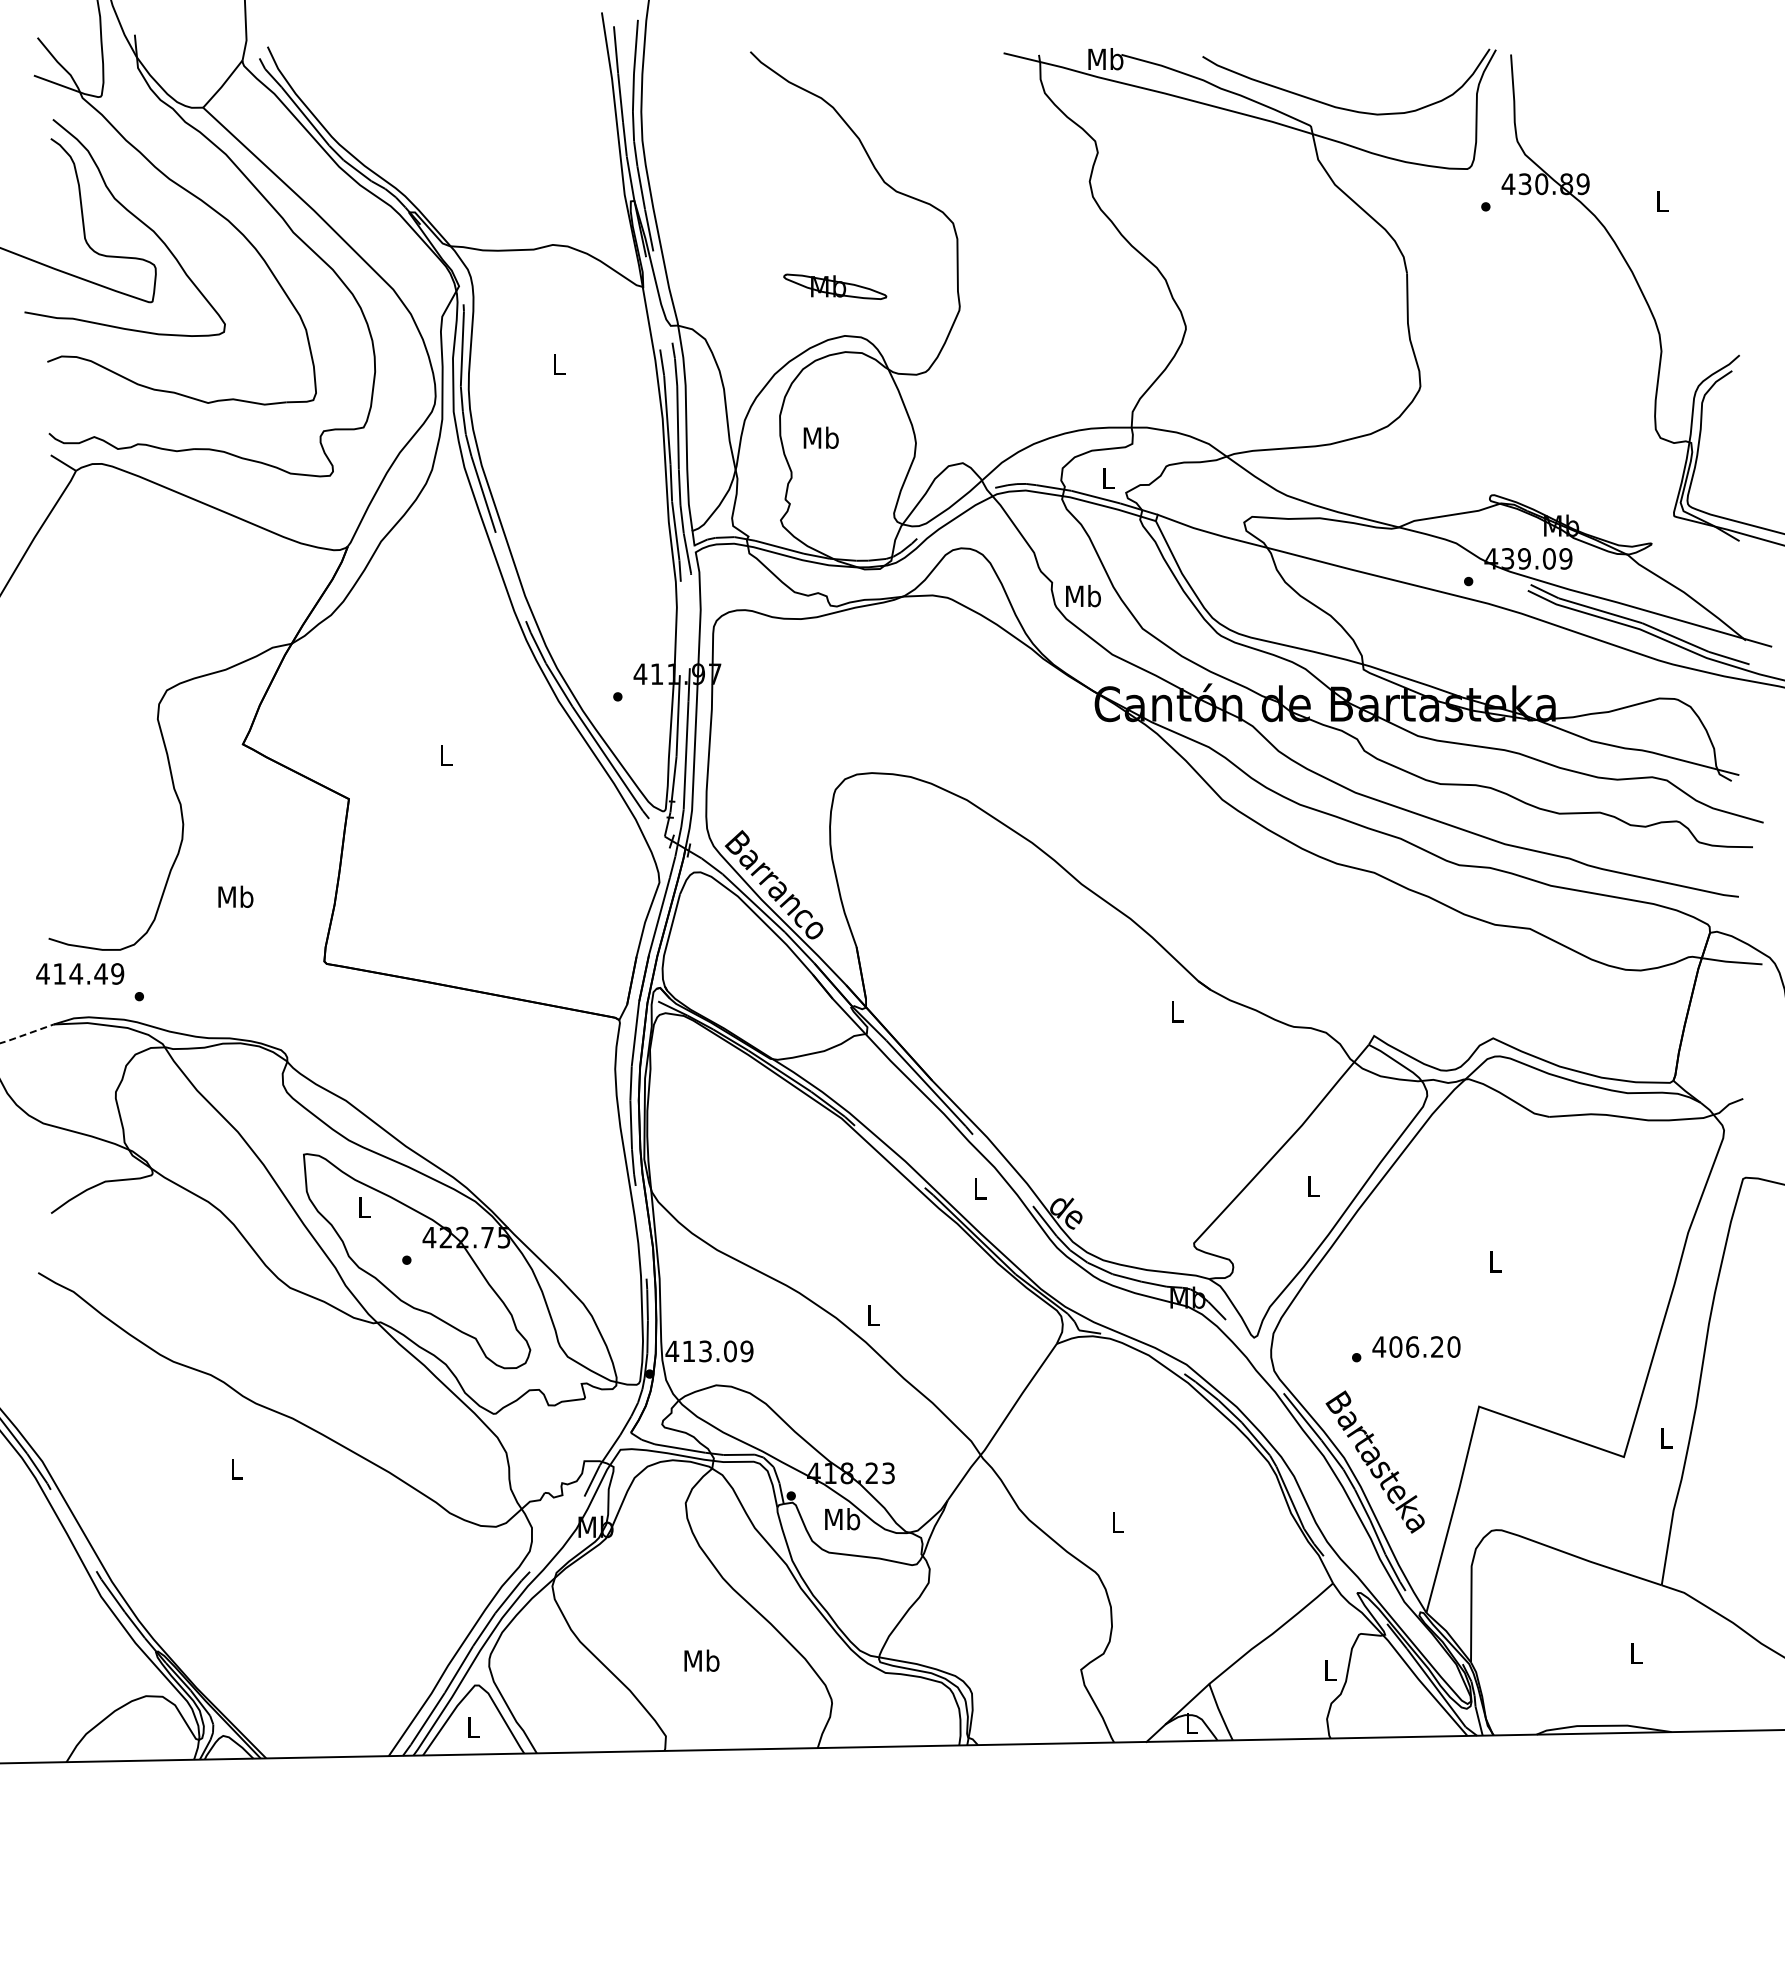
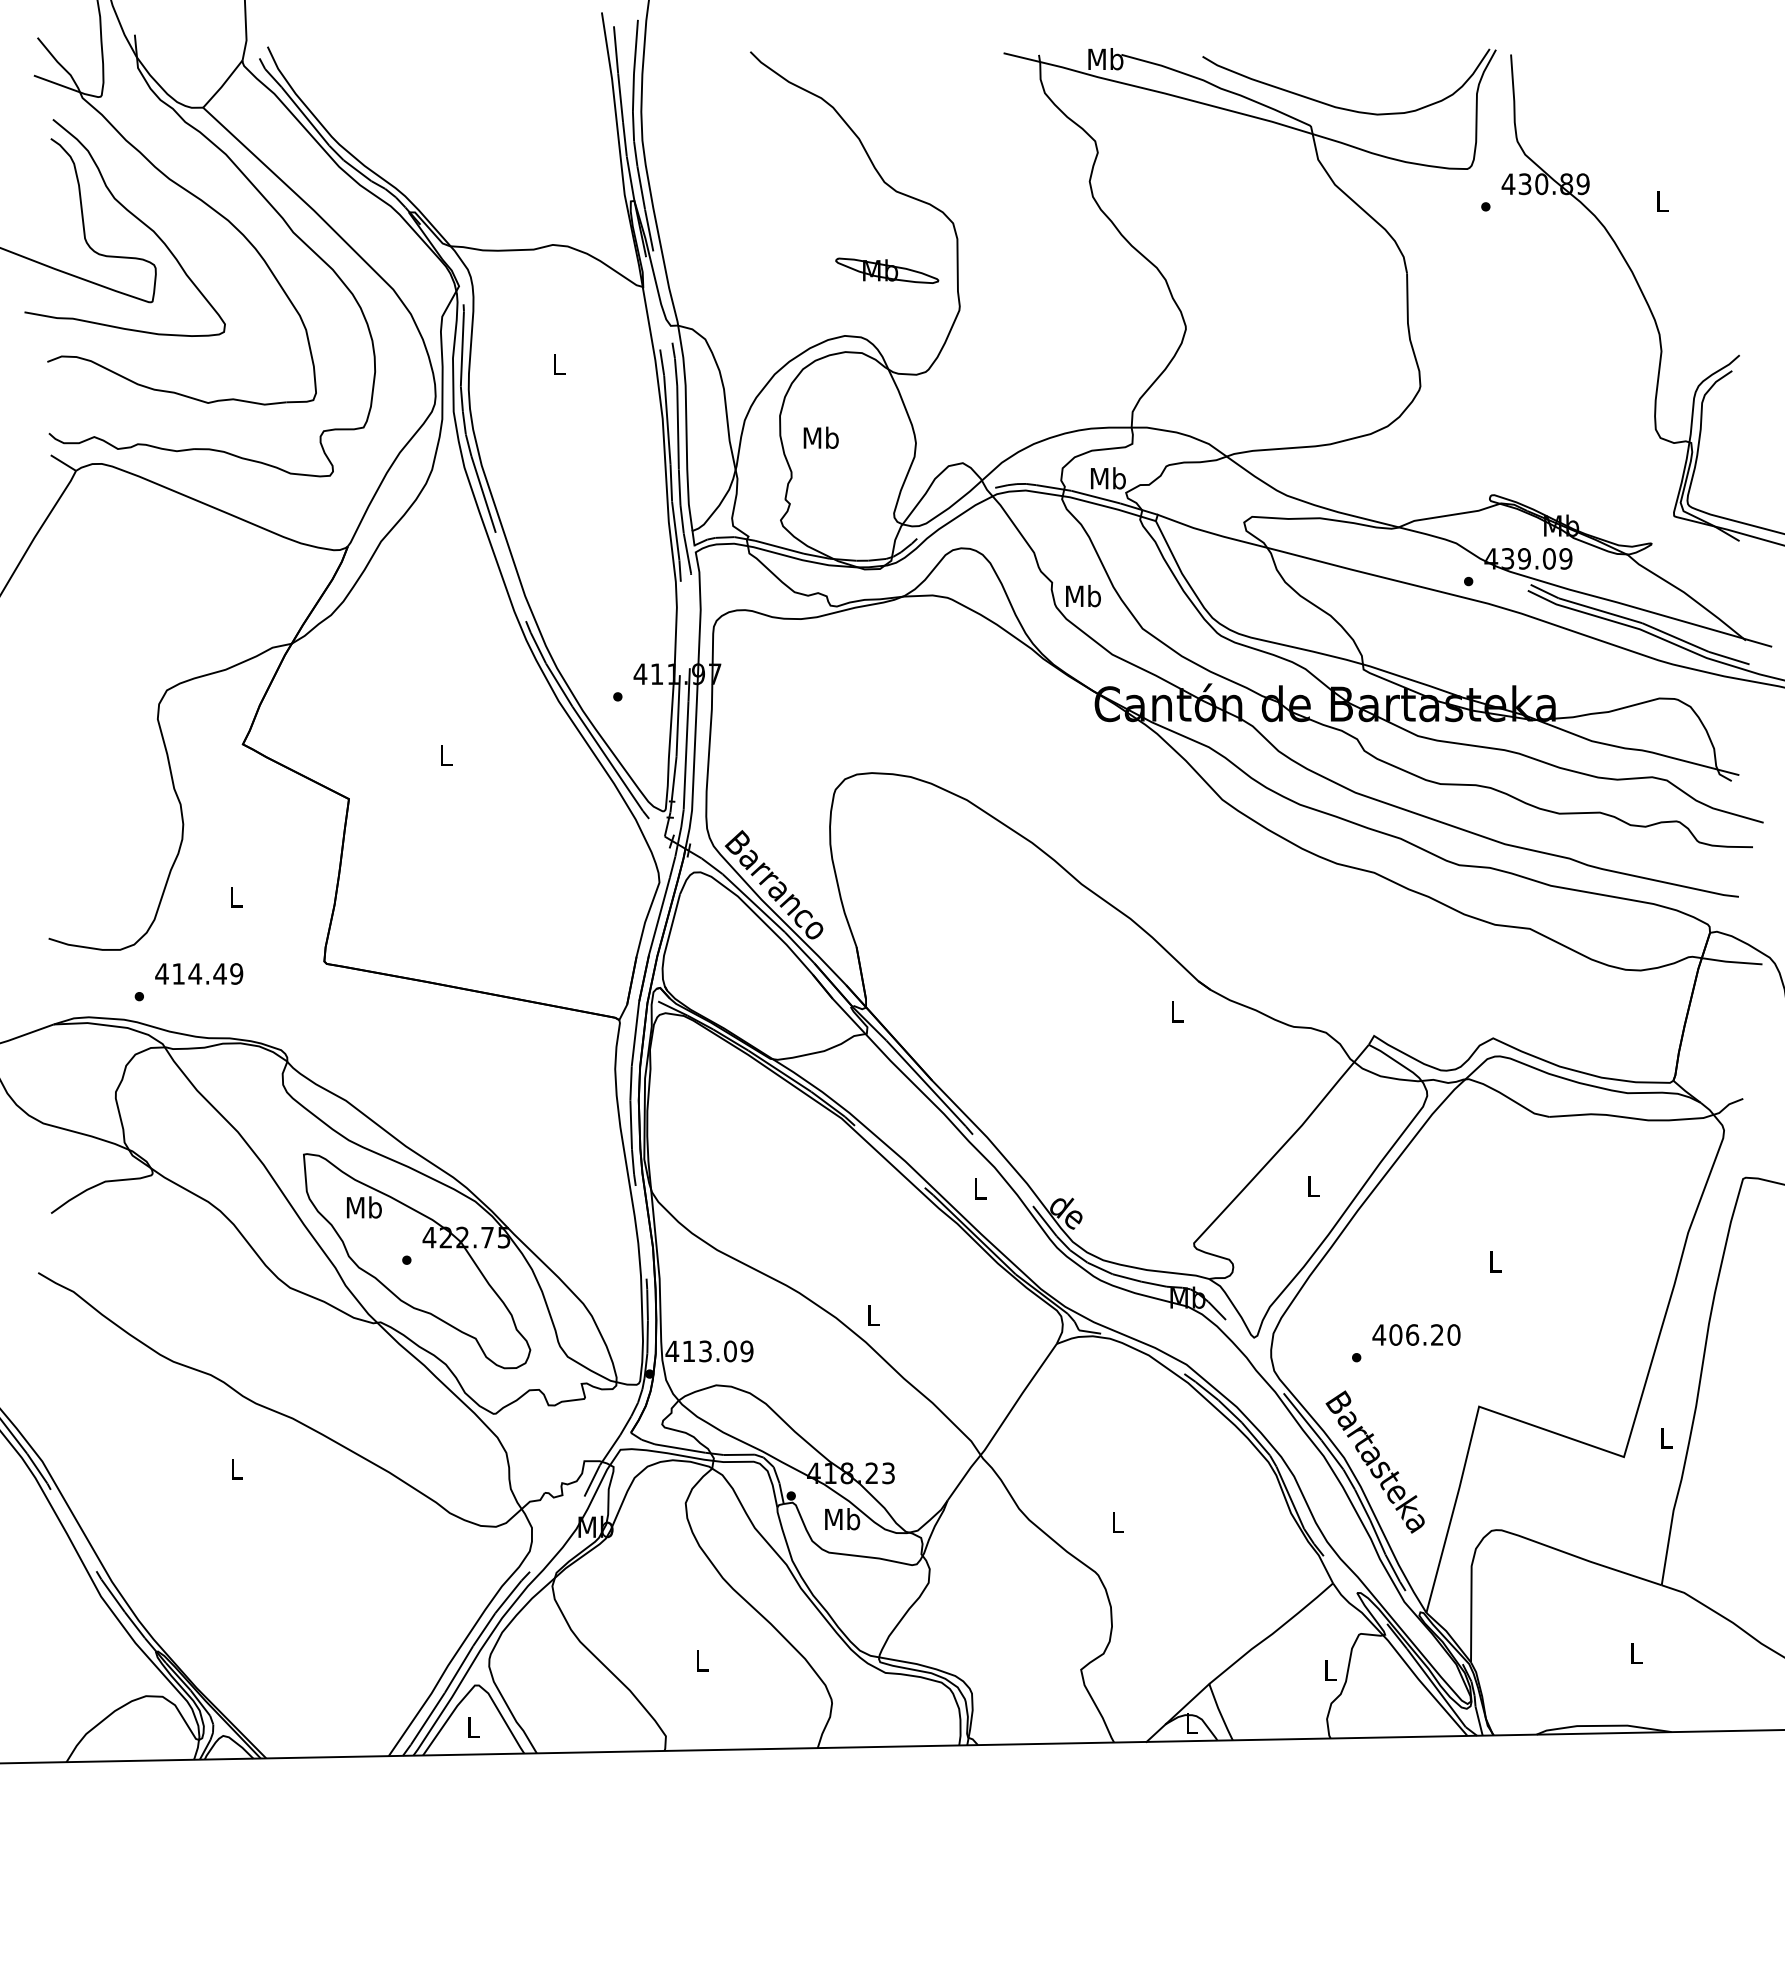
part at (835, 286) position: (835, 286) -> (887, 270)
text at (1108, 478): L -> Mb
text at (235, 896): Mb -> L
text at (80, 973) position: (80, 973) -> (199, 973)
line at (26, 1034): dashed -> solid
text at (364, 1207): L -> Mb
text at (1416, 1346) position: (1416, 1346) -> (1416, 1334)
text at (701, 1660): Mb -> L
